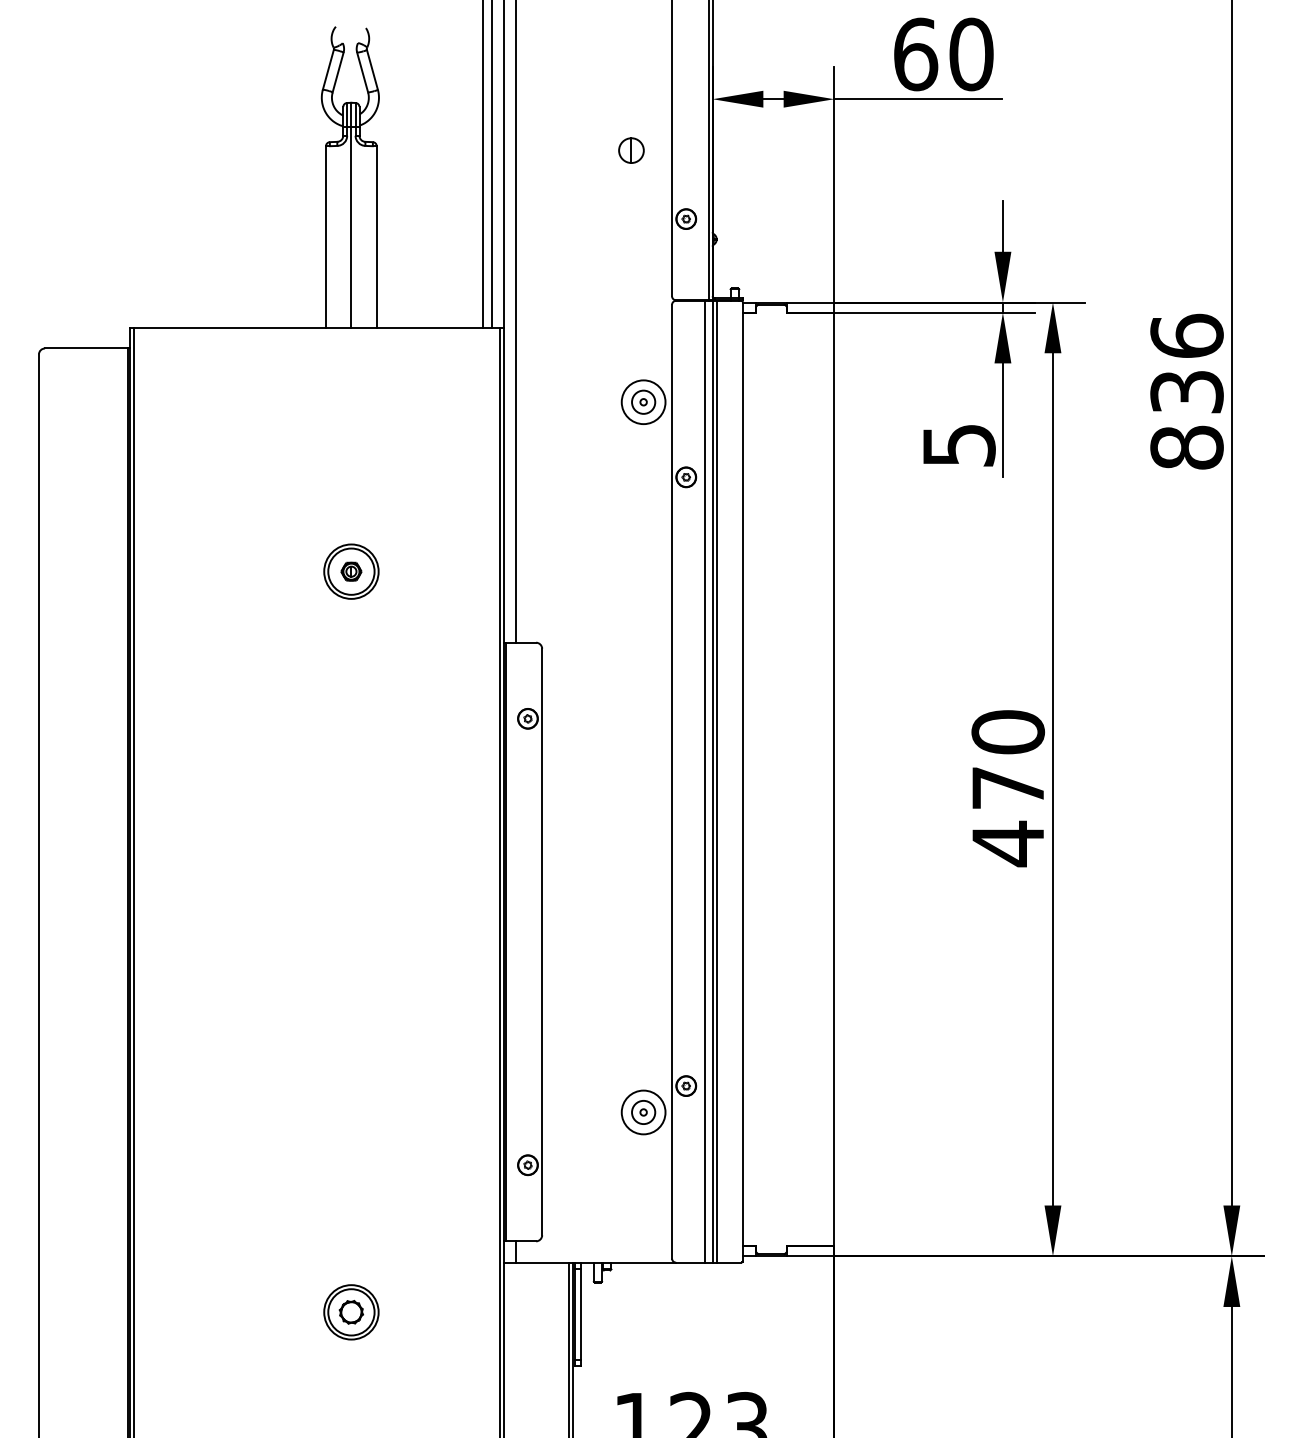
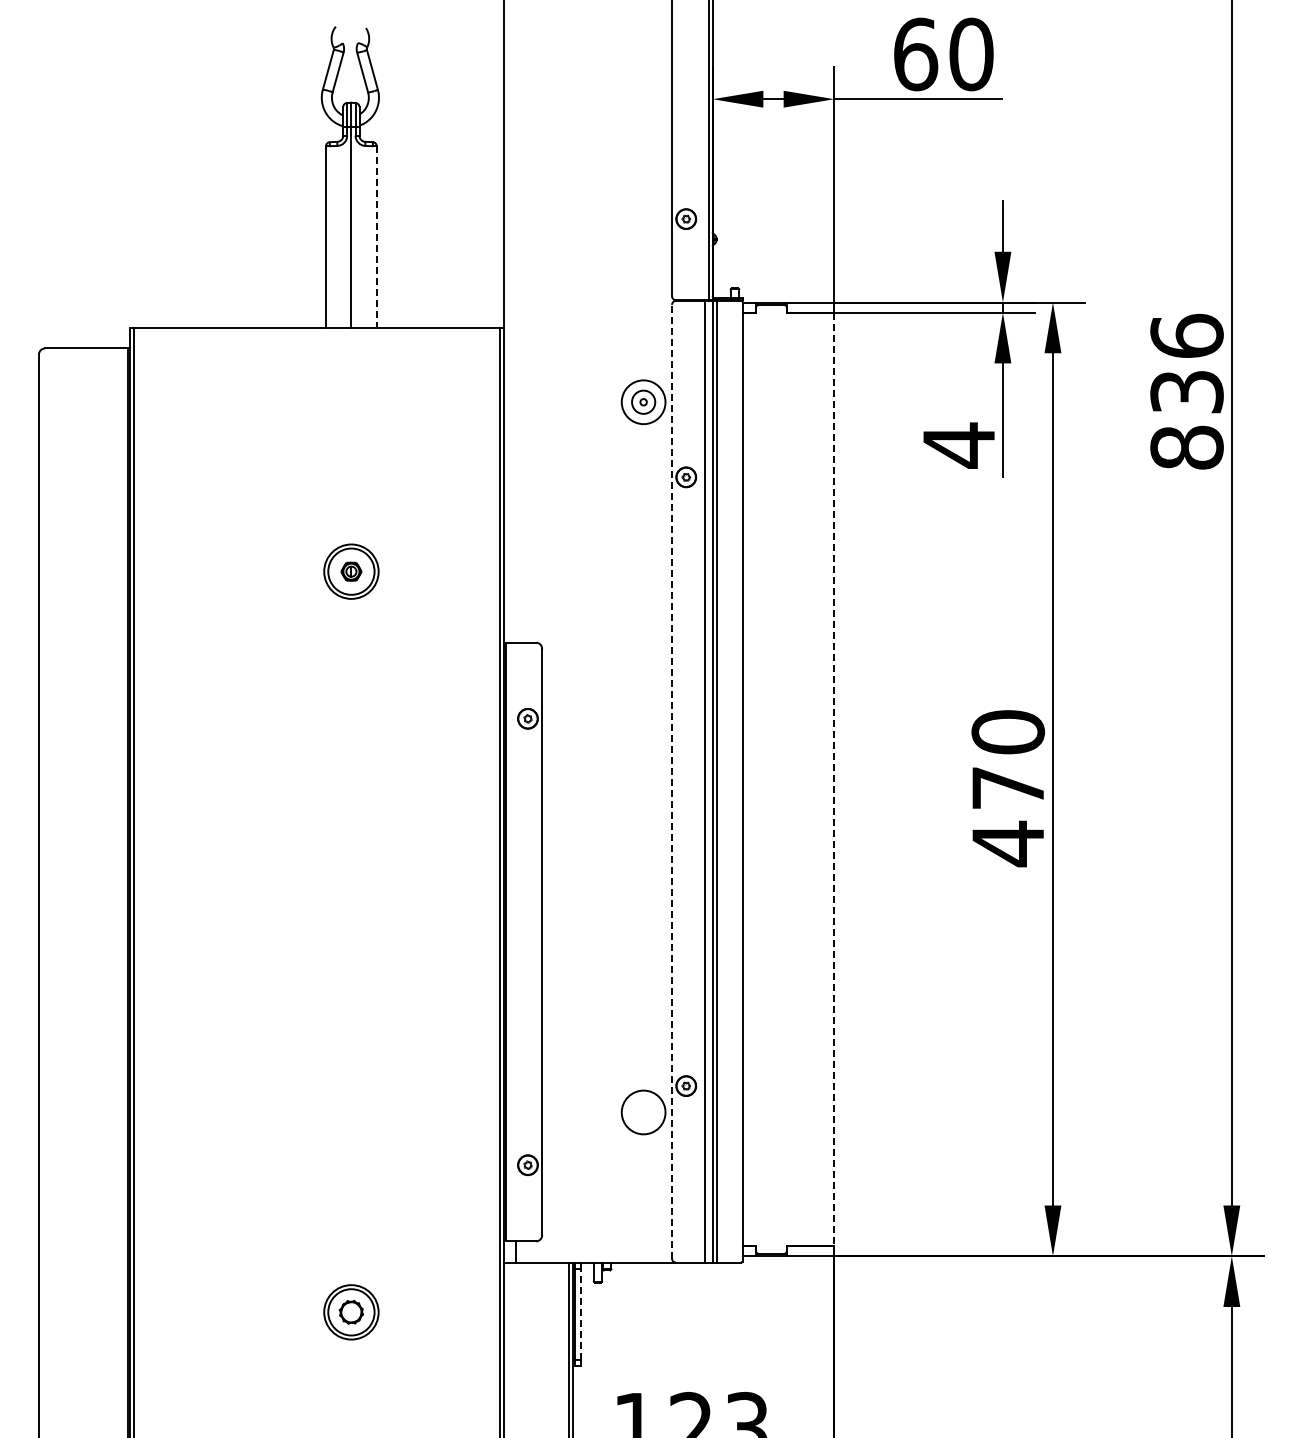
part at (631, 150): present -> none
line at (483, 165): present -> none
line at (491, 165): present -> none
line at (376, 237): solid -> dashed
line at (515, 322): present -> none
text at (959, 445): 5 -> 4
line at (834, 779): solid -> dashed
line at (672, 781): solid -> dashed
part at (643, 1112): present -> none
line at (580, 1314): solid -> dashed
